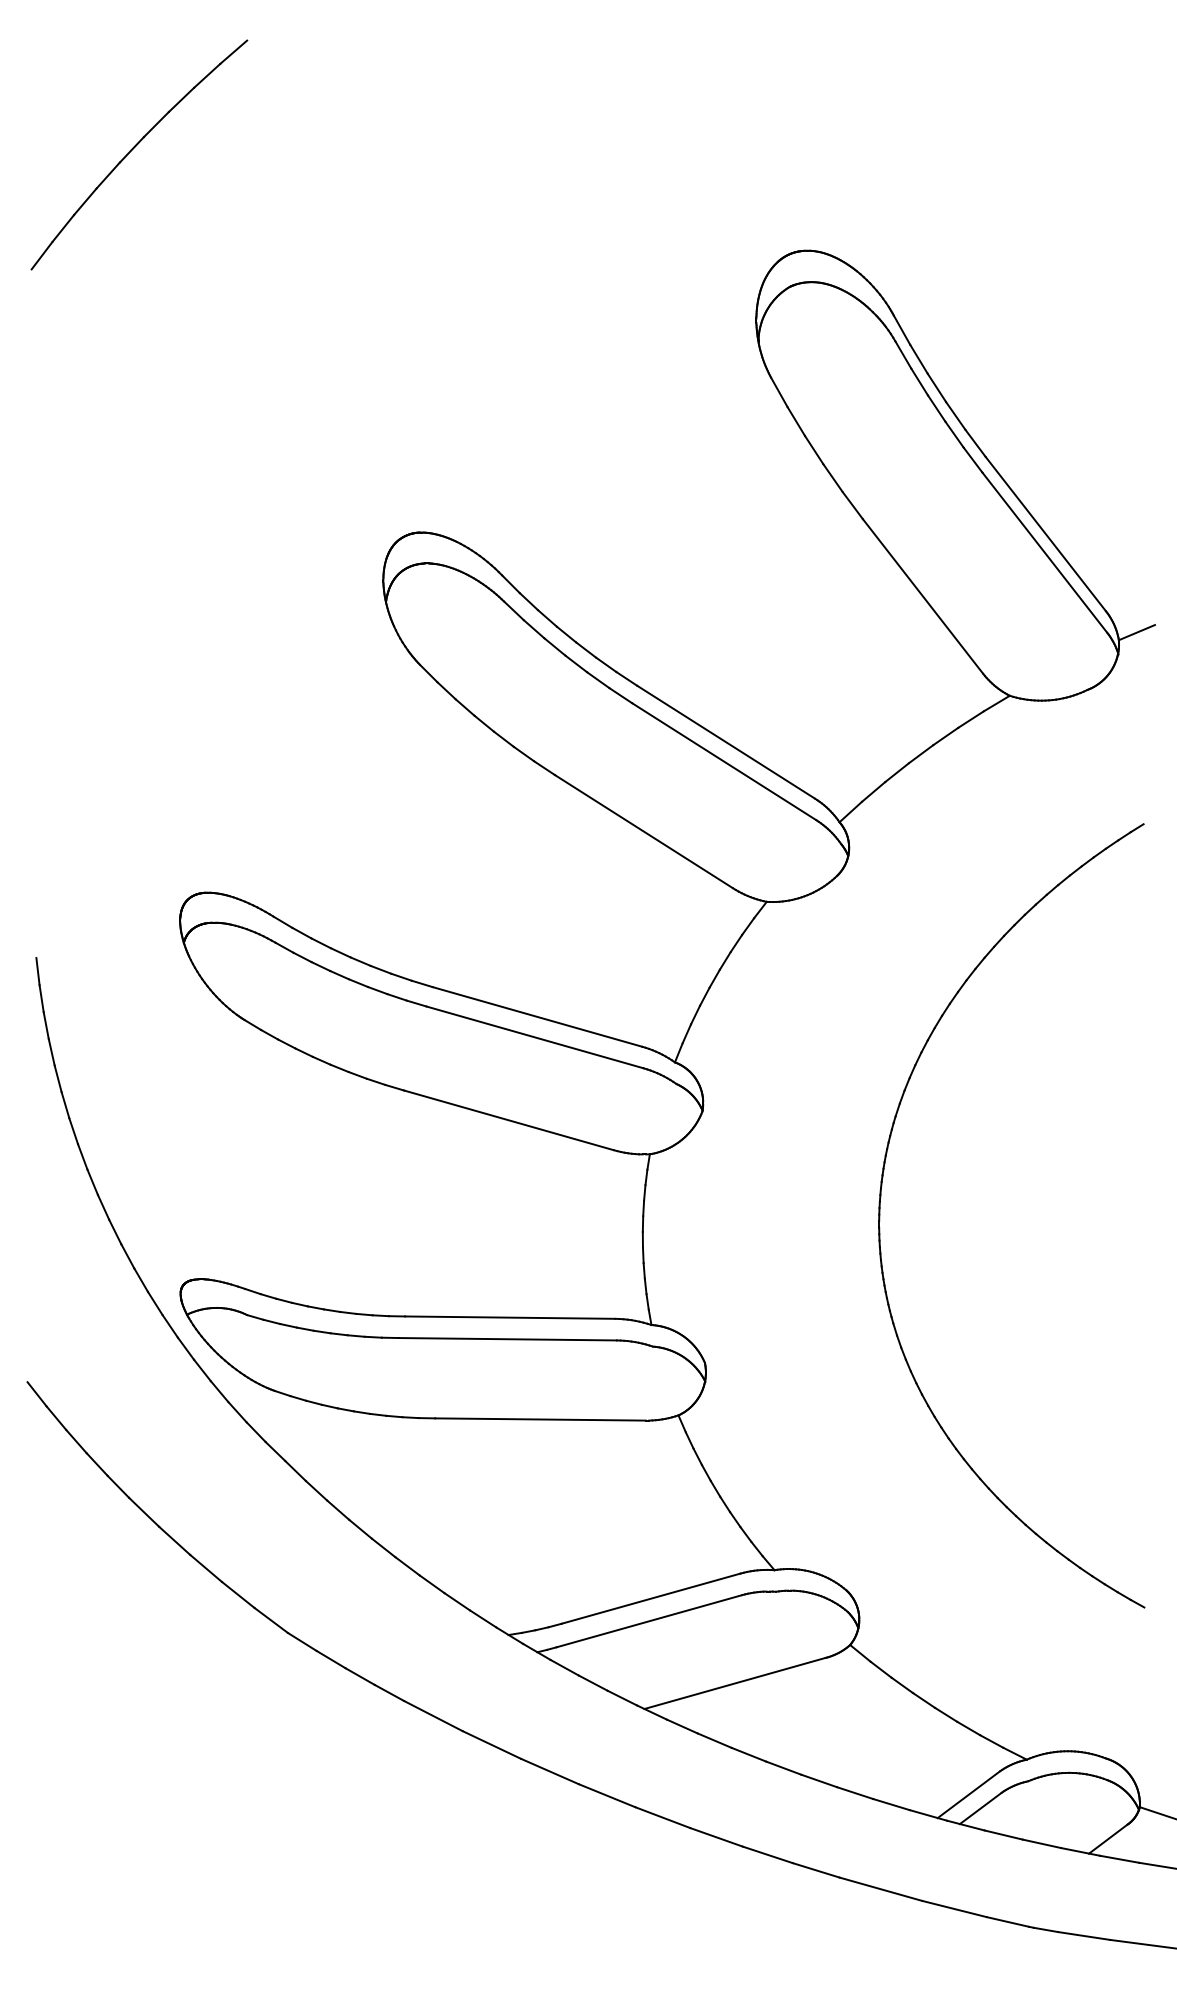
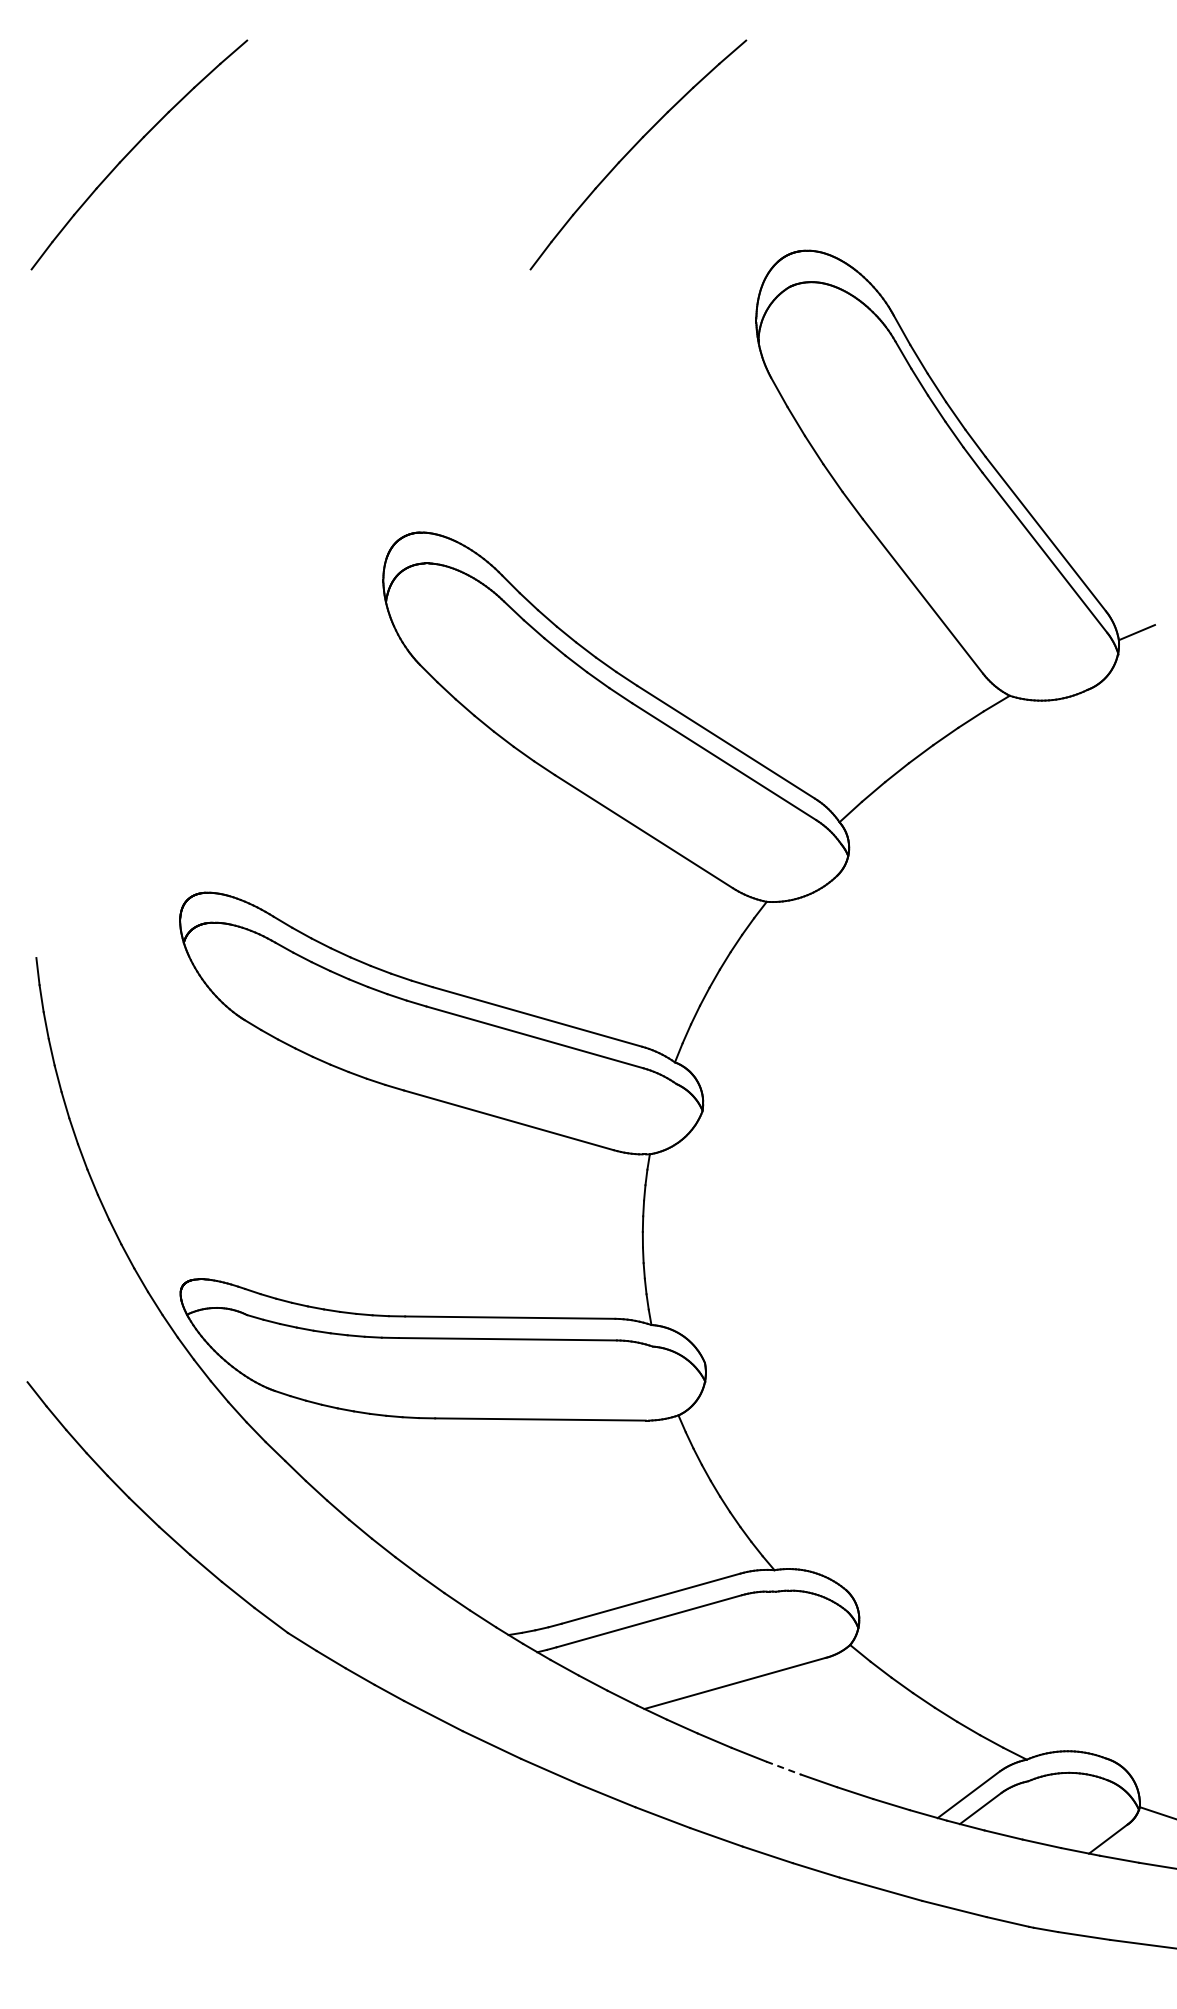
part at (633, 148): none -> present
part at (880, 1215): present -> none
line at (783, 1768): solid -> dashed
